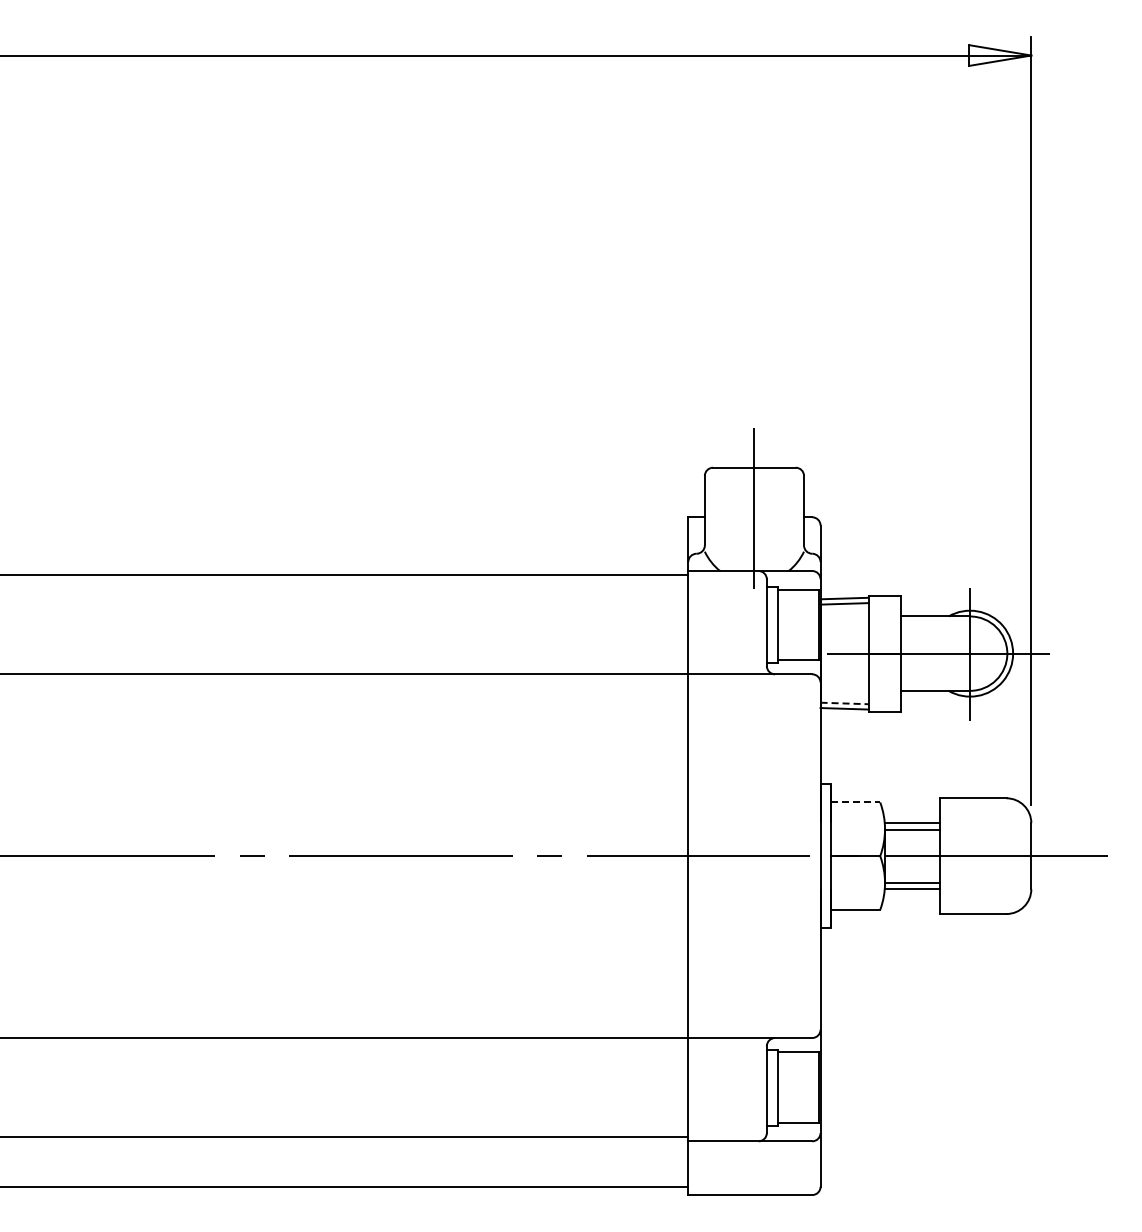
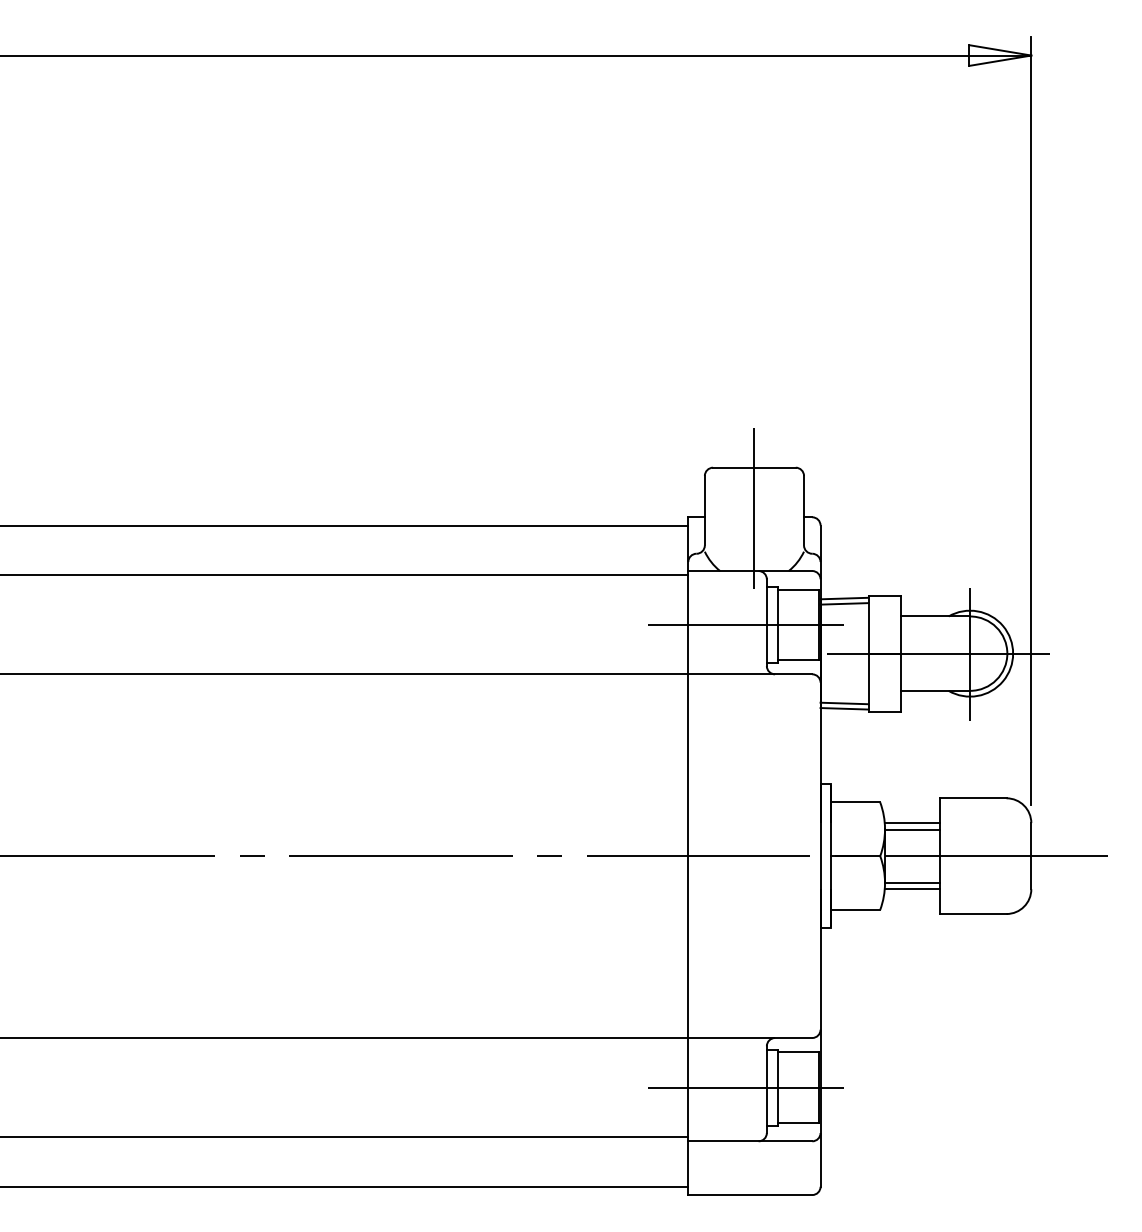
line at (345, 525): none -> present
line at (745, 624): none -> present
line at (844, 703): dashed -> solid
line at (856, 802): dashed -> solid
line at (745, 1087): none -> present
